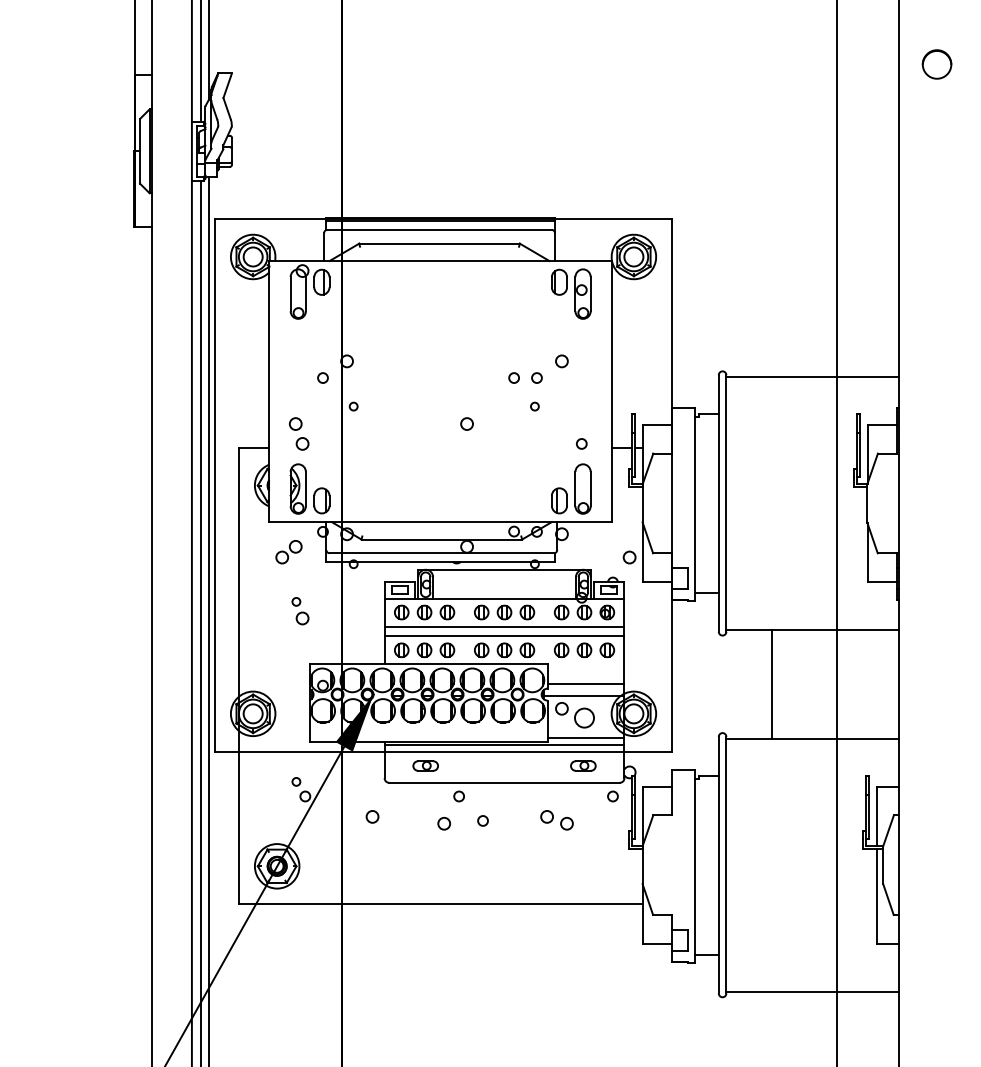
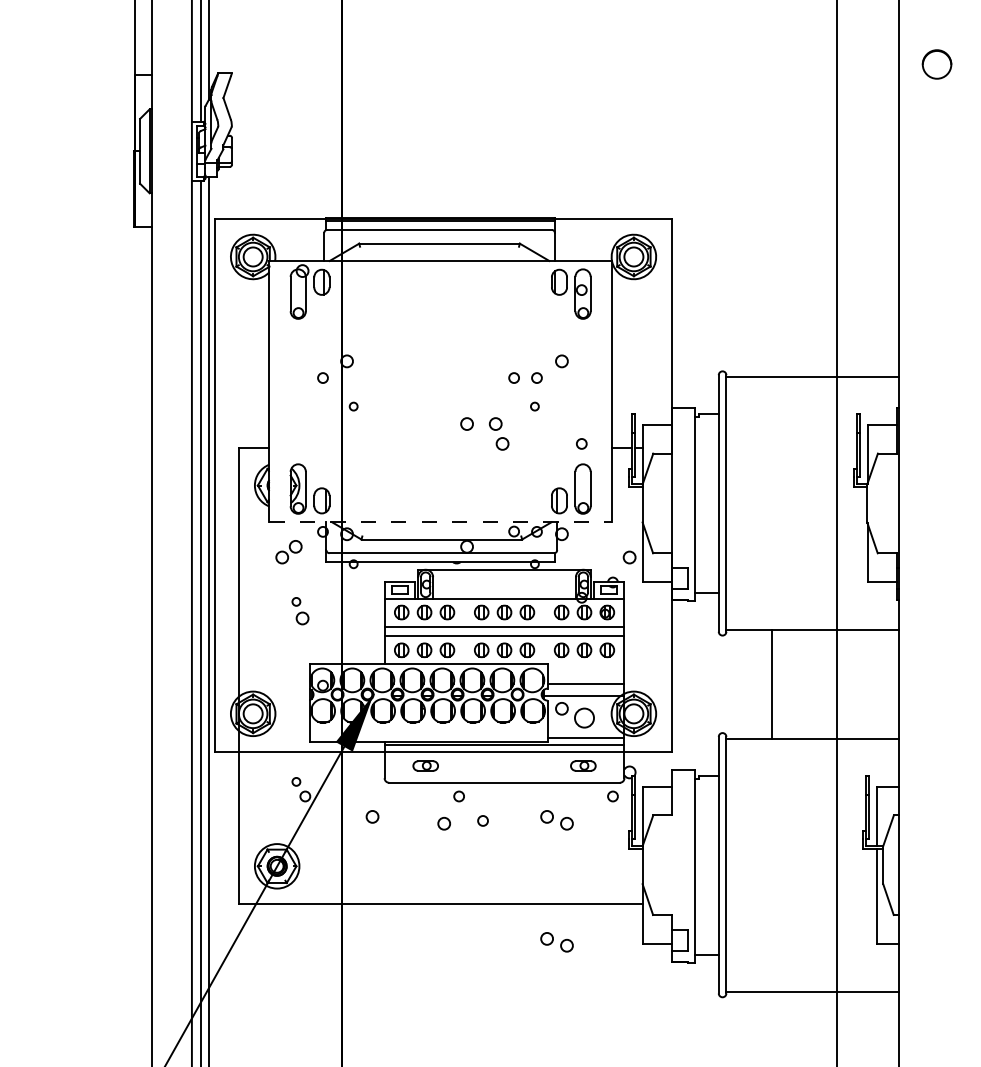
part at (299, 433) position: (299, 433) -> (499, 433)
line at (441, 522): solid -> dashed
part at (556, 942): none -> present
